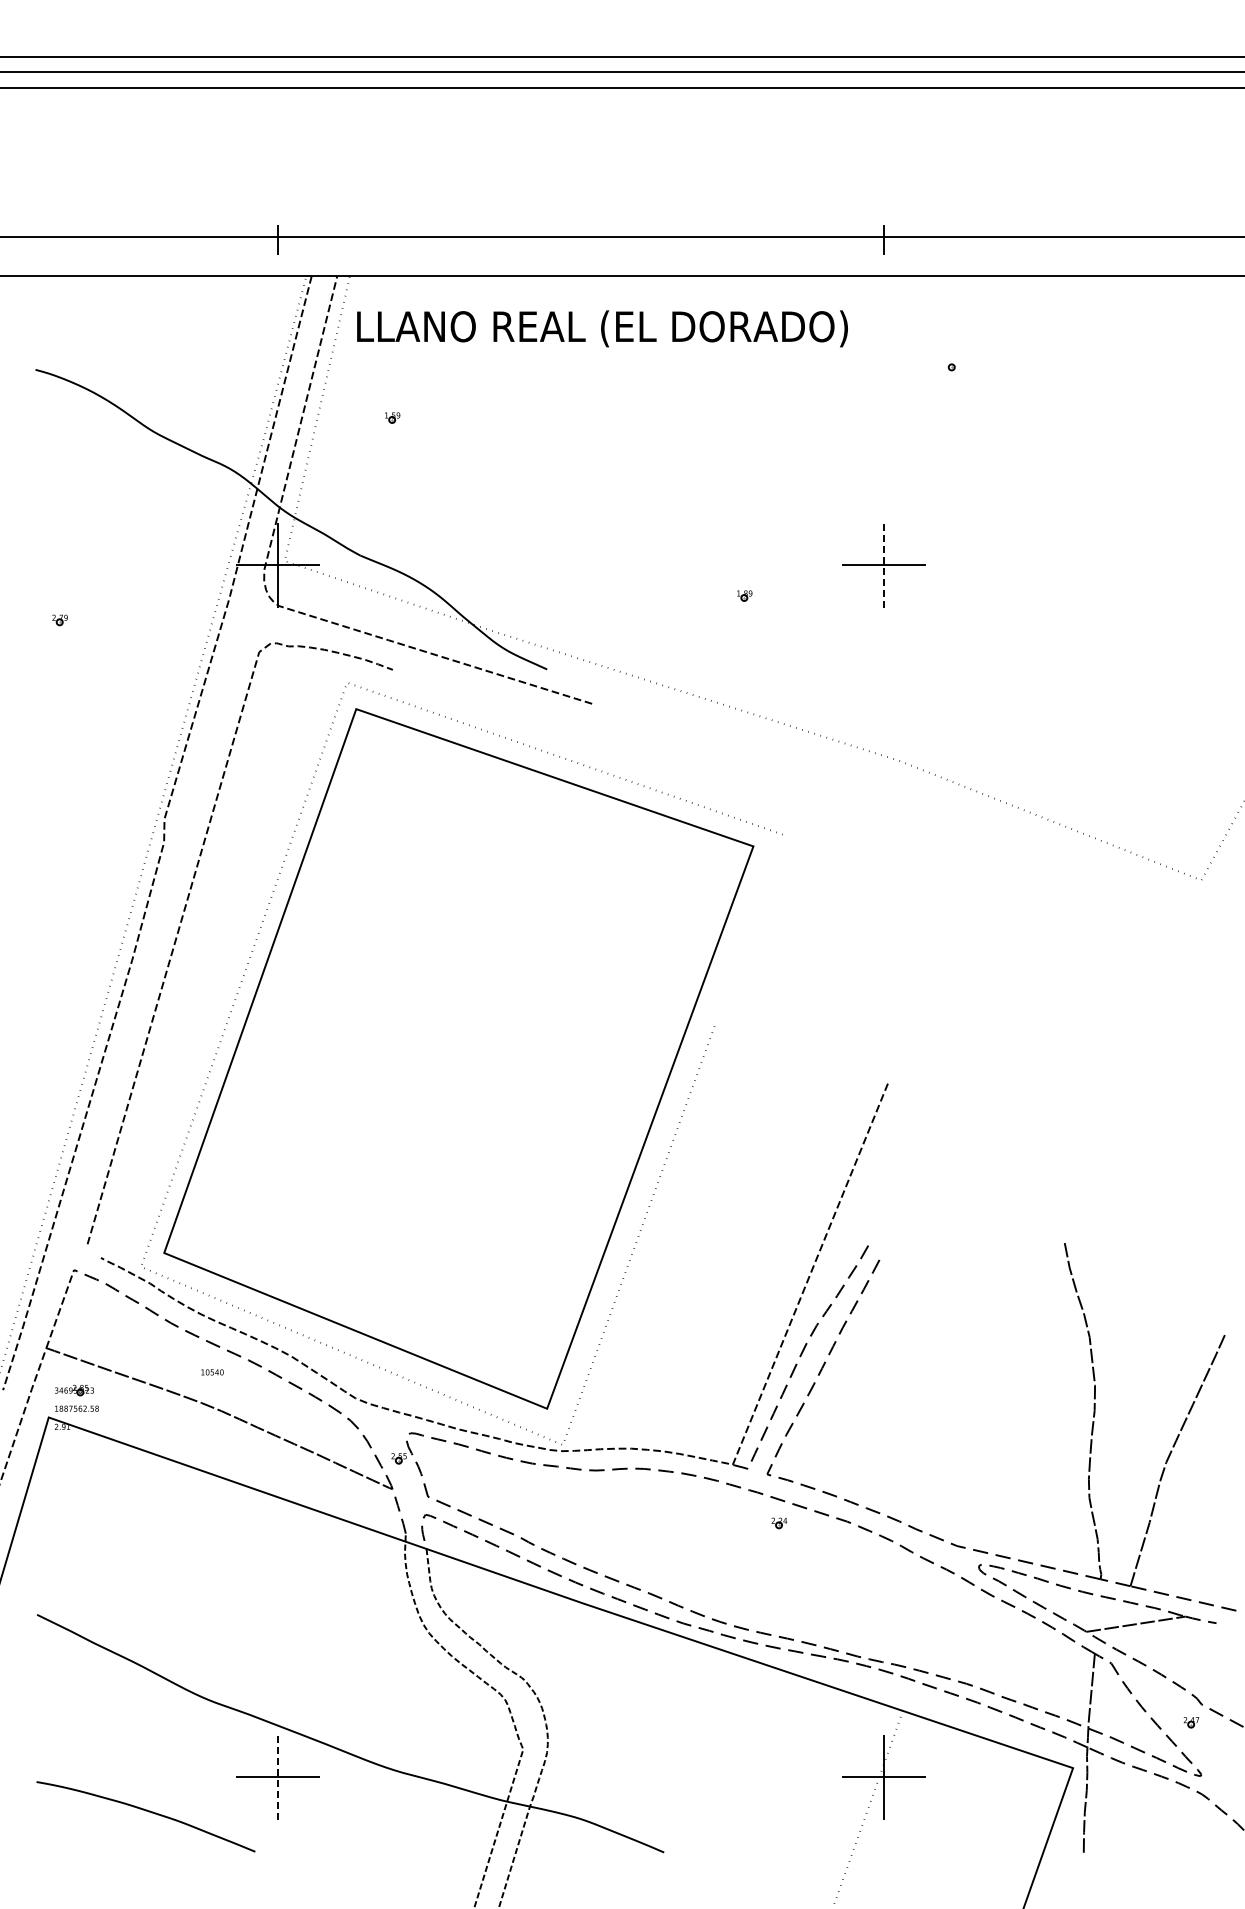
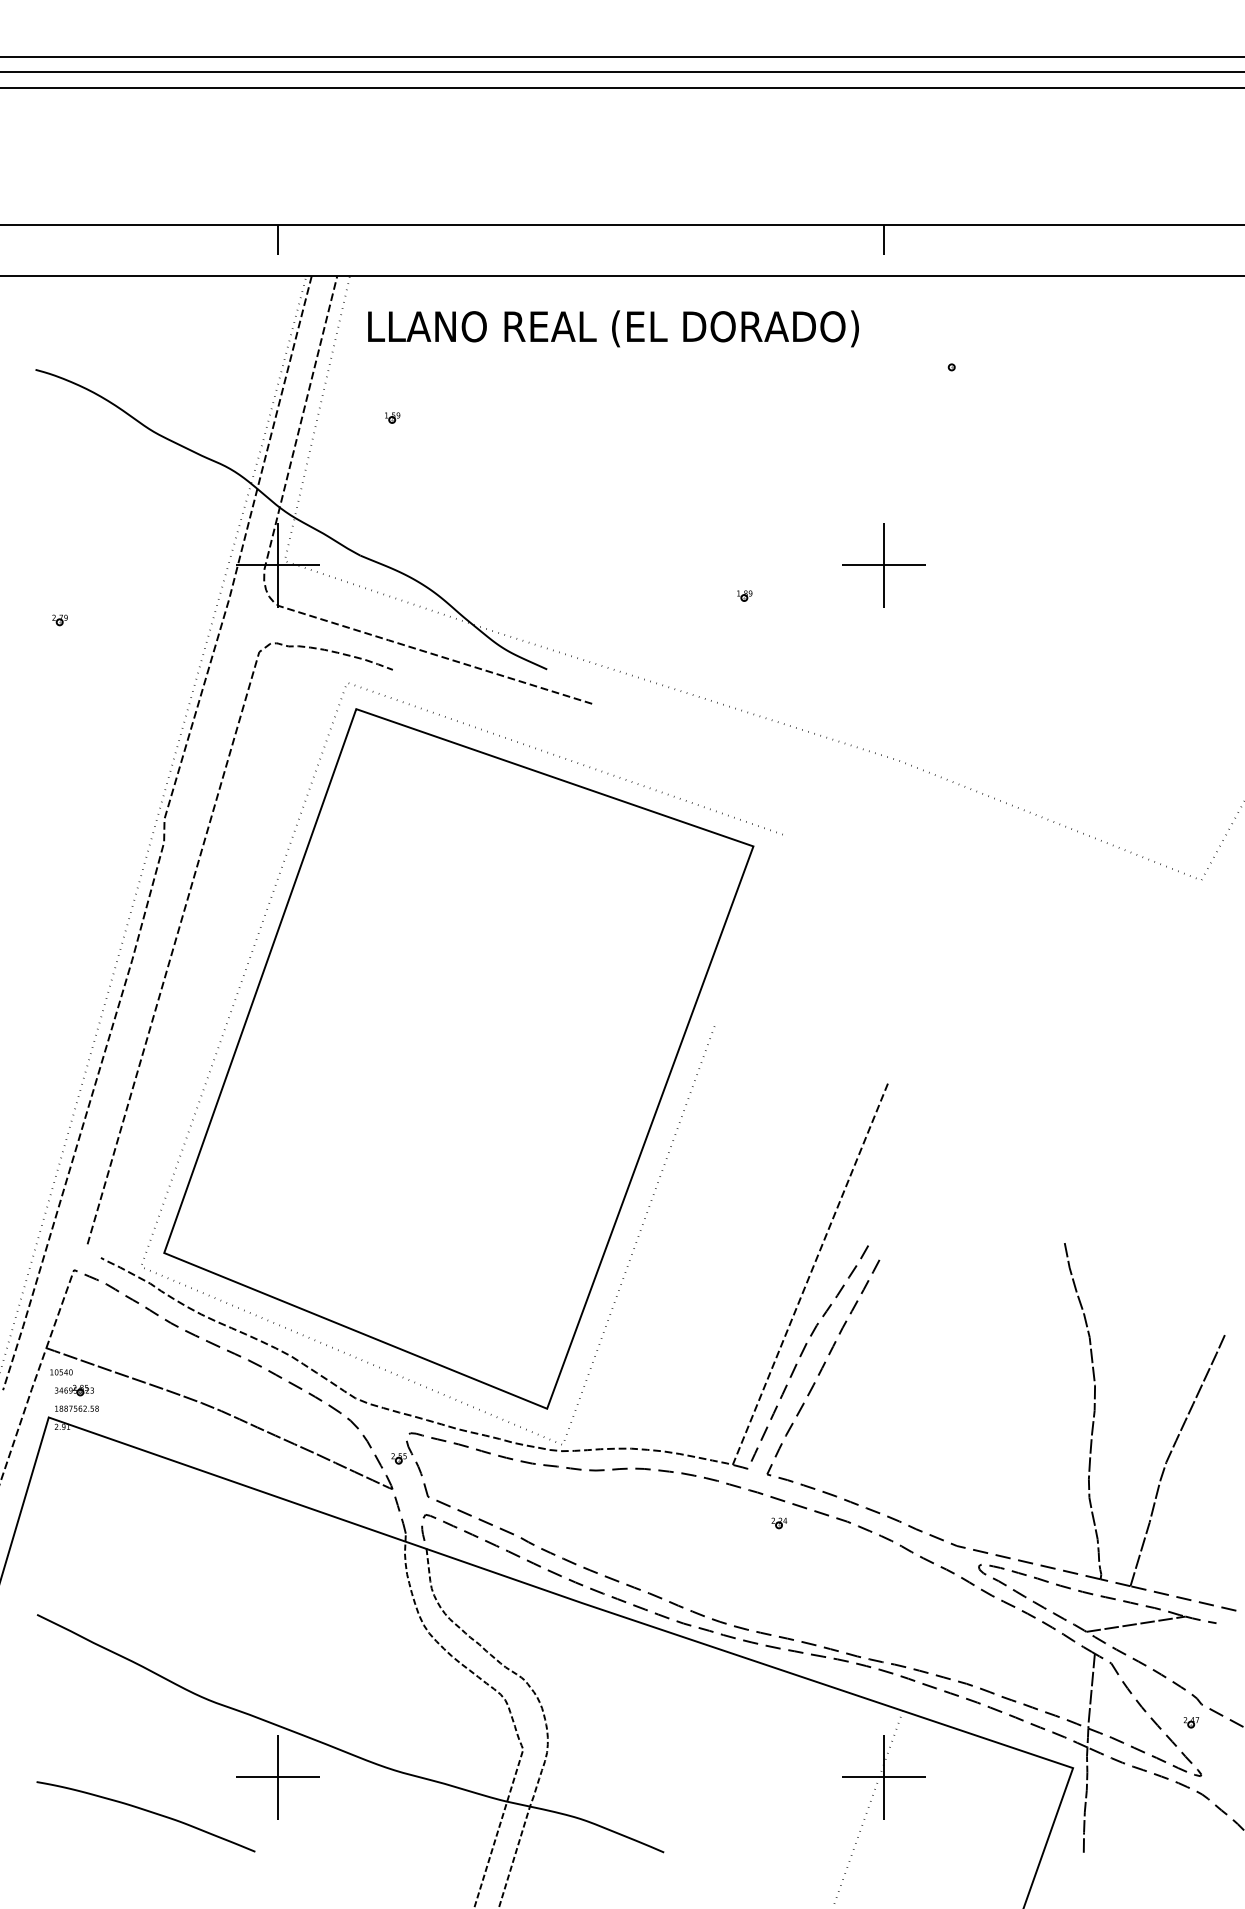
line at (621, 236) position: (621, 236) -> (621, 224)
text at (602, 328) position: (602, 328) -> (613, 328)
line at (883, 565): dashed -> solid
text at (212, 1372) position: (212, 1372) -> (61, 1372)
line at (277, 1777): dashed -> solid
